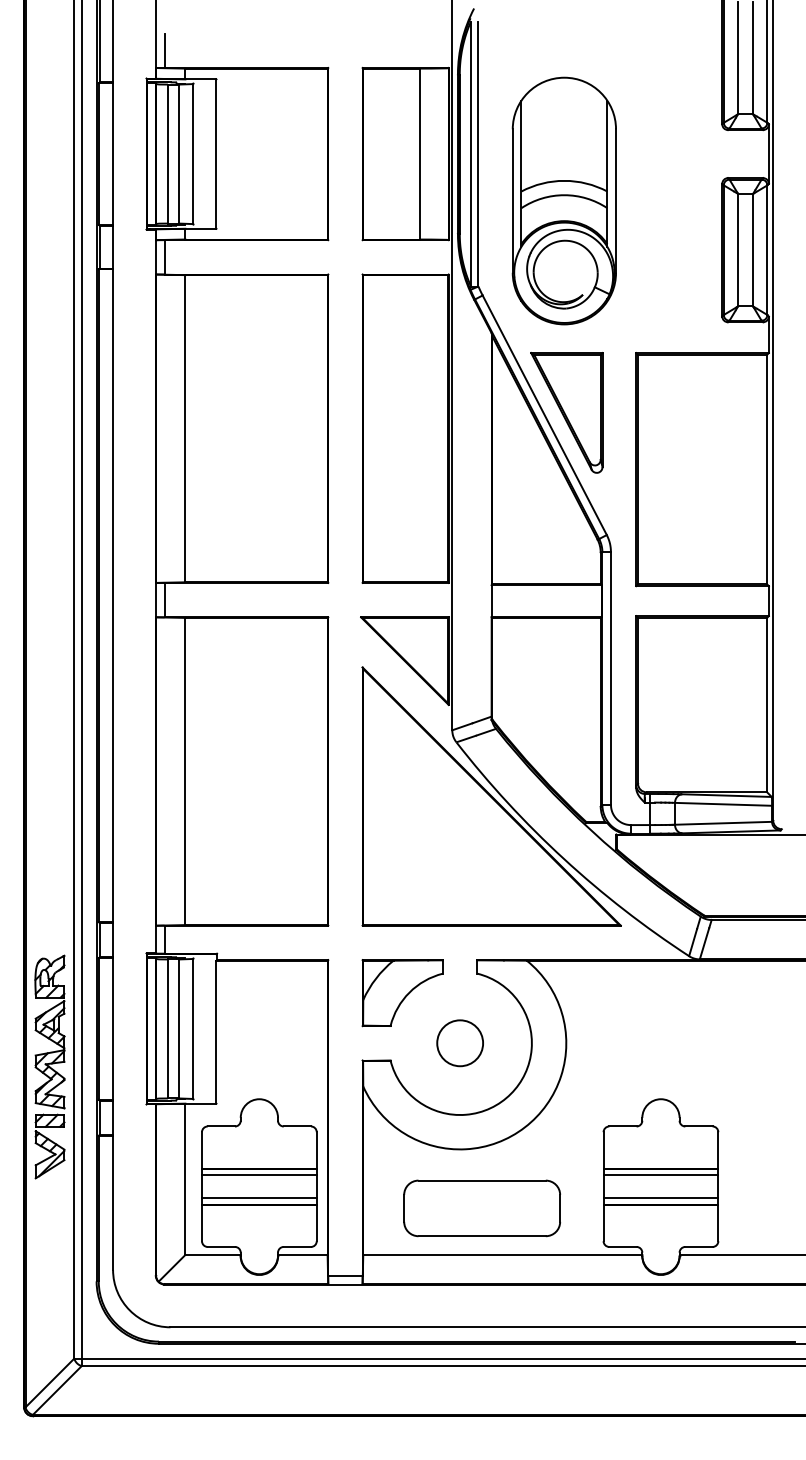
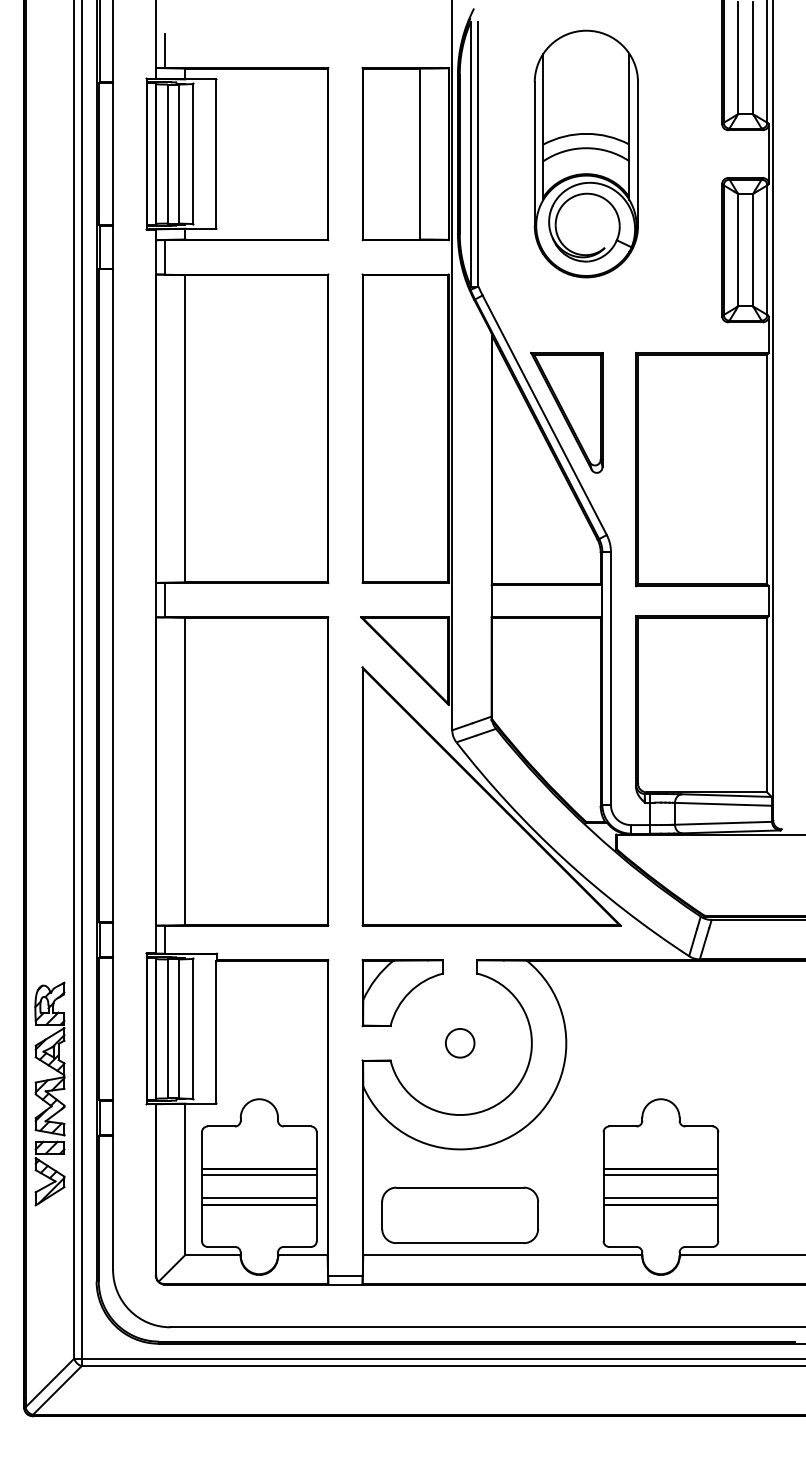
part at (563, 200) position: (563, 200) -> (585, 153)
circle at (460, 1043) diameter: 46 px -> 29 px
part at (49, 1066) position: (49, 1066) -> (49, 1093)
part at (481, 1208) position: (481, 1208) -> (459, 1215)
